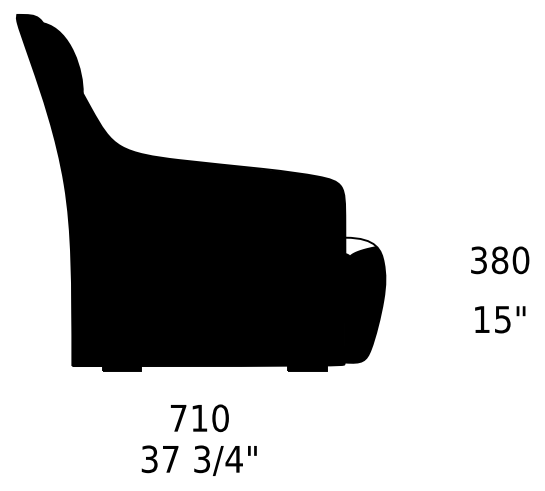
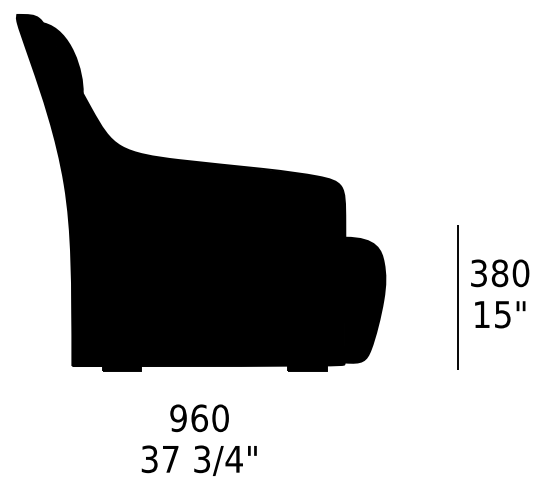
fill at (360, 246): none -> present
text at (500, 260) position: (500, 260) -> (500, 273)
line at (457, 297): none -> present
text at (500, 319) position: (500, 319) -> (500, 314)
text at (188, 418): 710 -> 960
